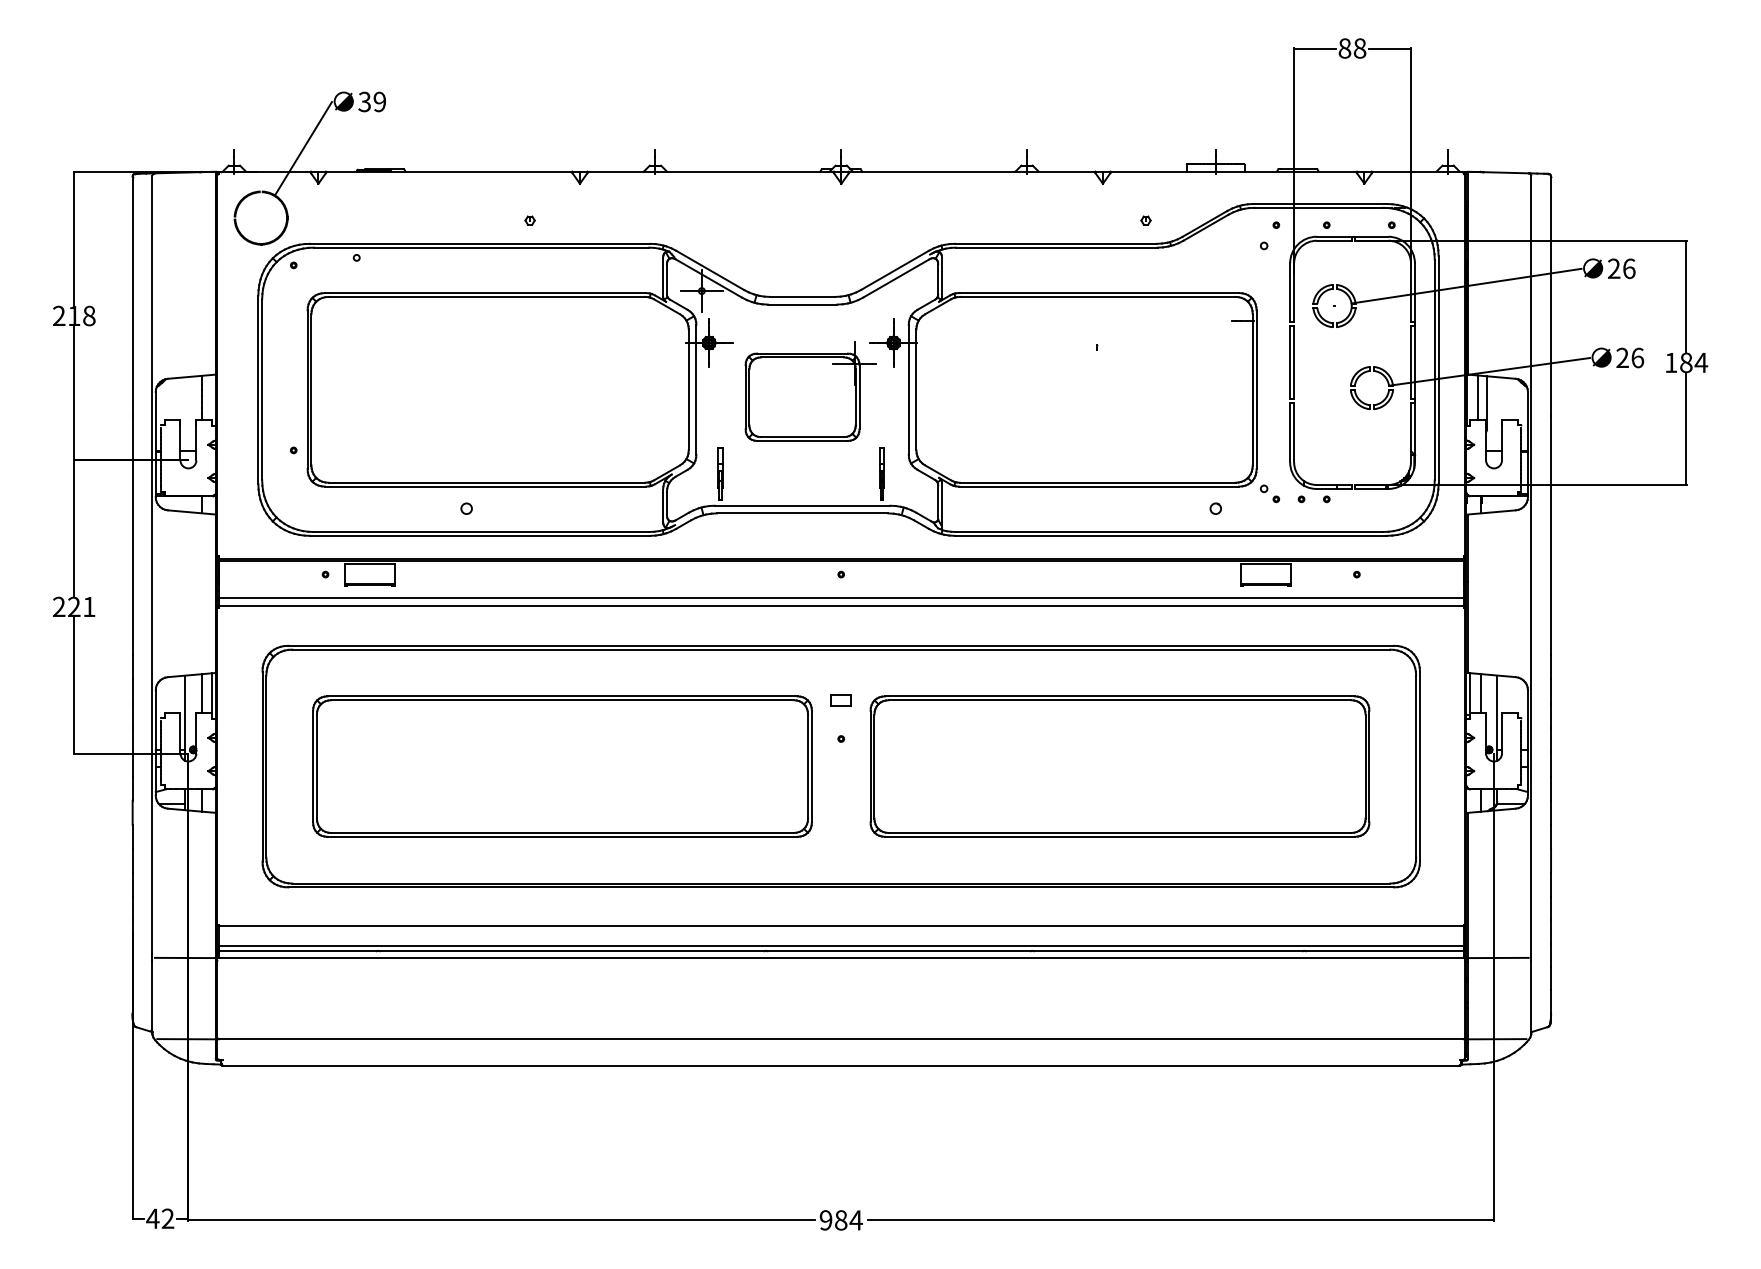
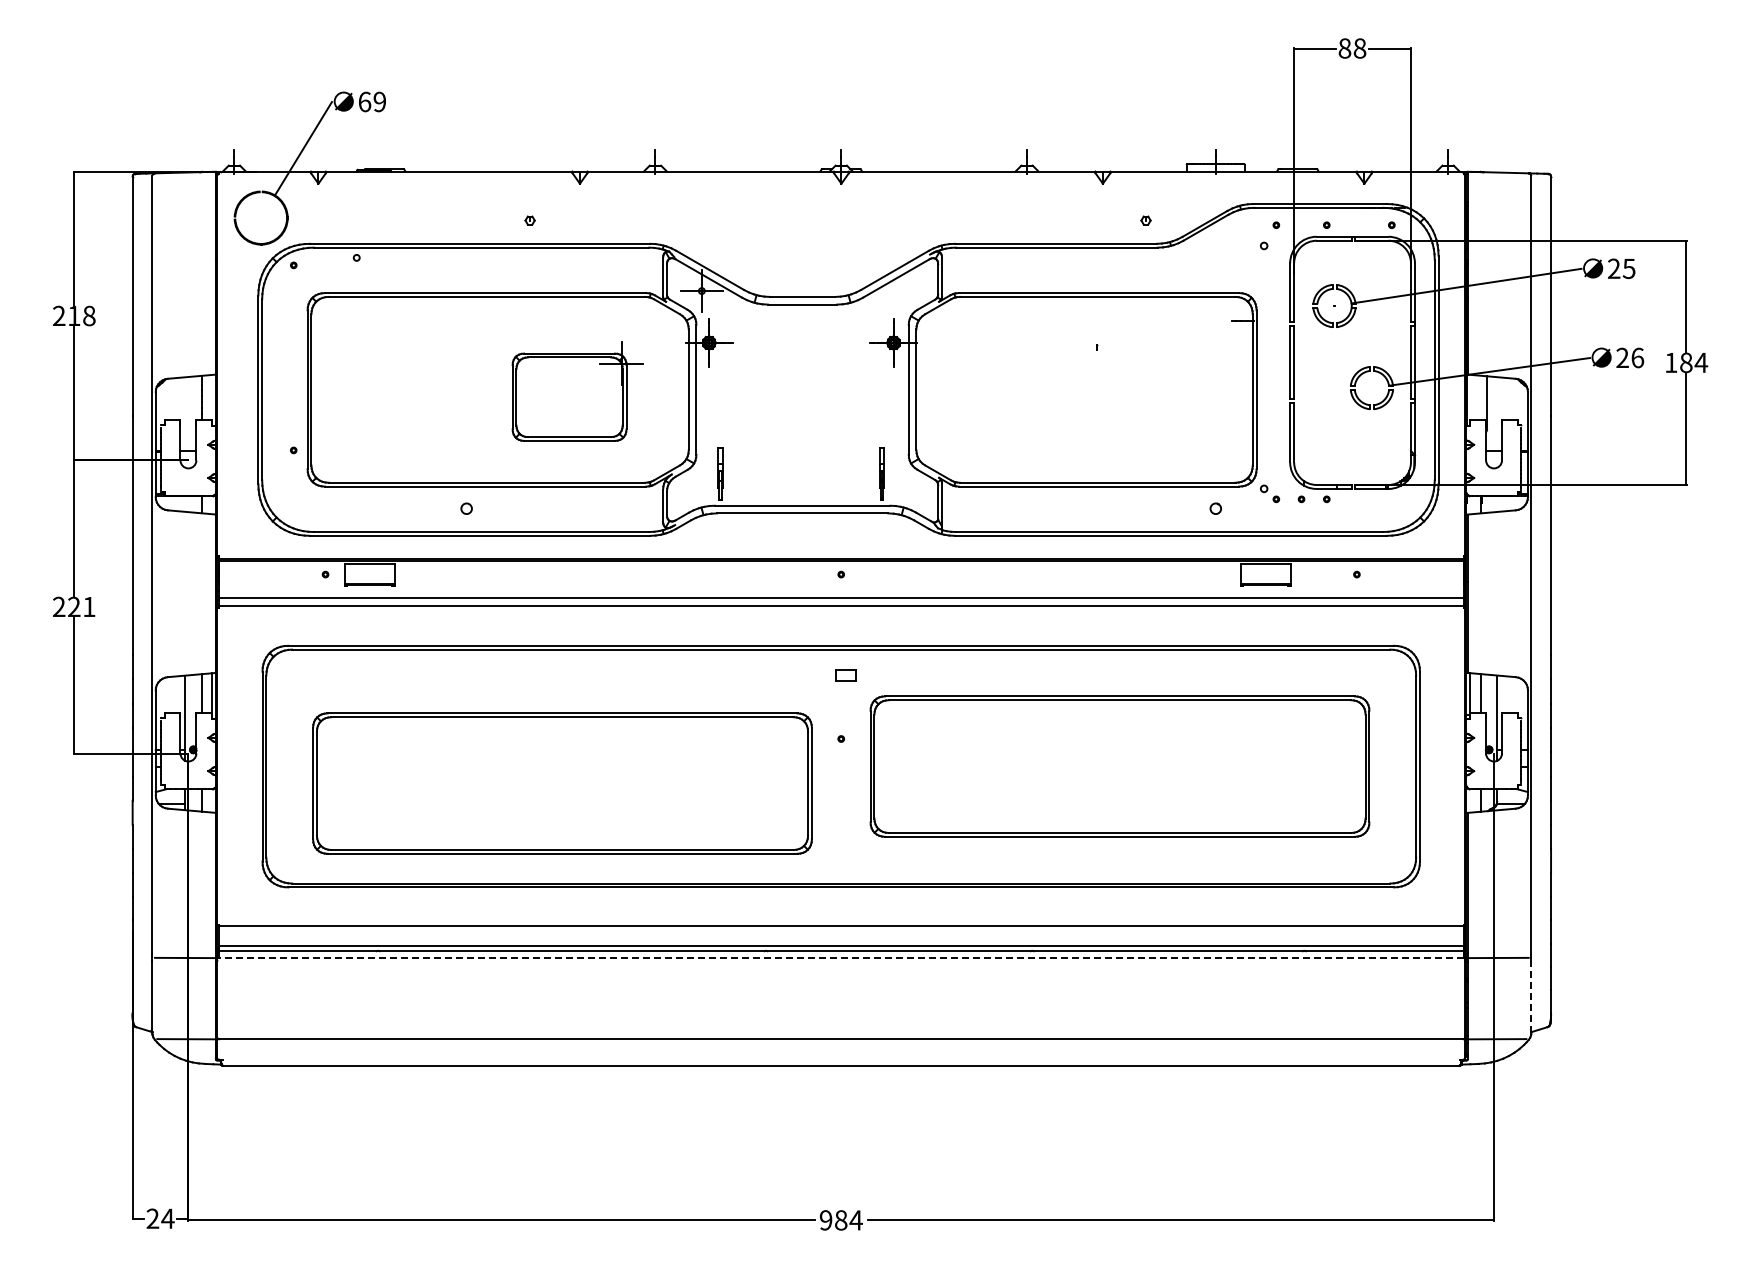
text at (364, 101): 39 -> 69
text at (1628, 268): 26 -> 25
part at (810, 391) position: (810, 391) -> (577, 391)
line at (1477, 397): present -> none
part at (840, 700) position: (840, 700) -> (845, 675)
part at (562, 766) position: (562, 766) -> (562, 783)
line at (840, 957): solid -> dashed
line at (1531, 996): solid -> dashed
text at (160, 1218): 42 -> 24
